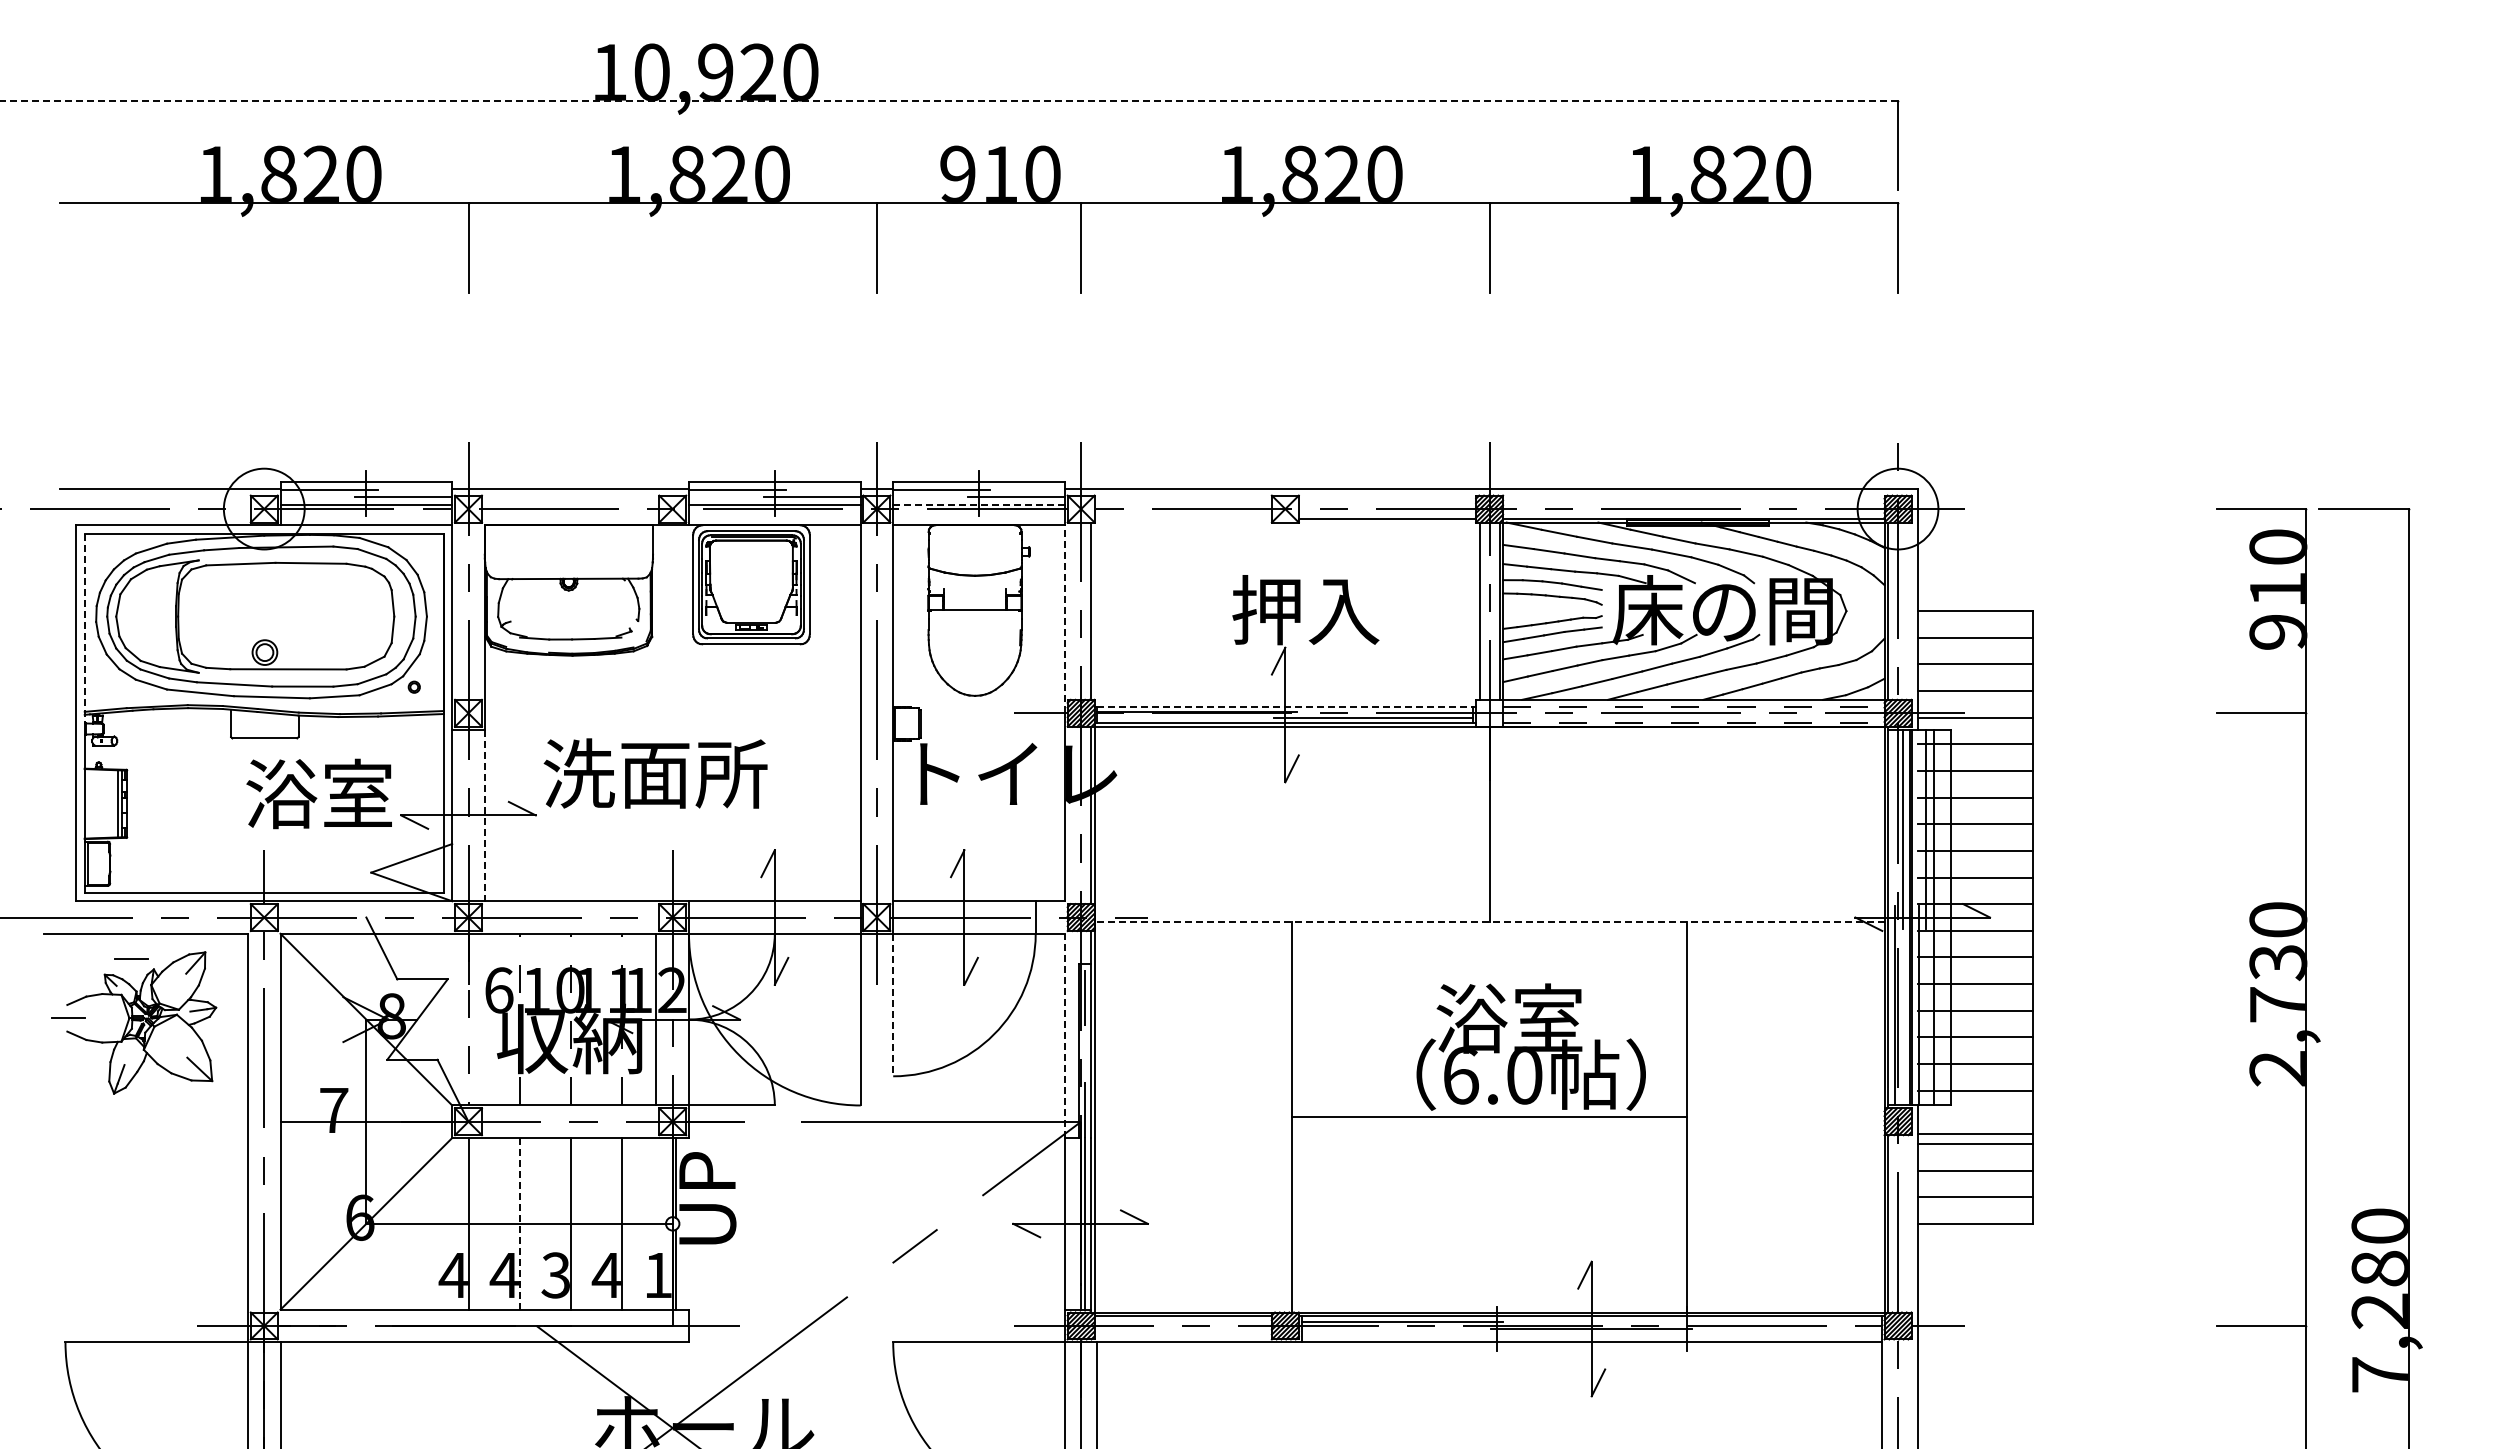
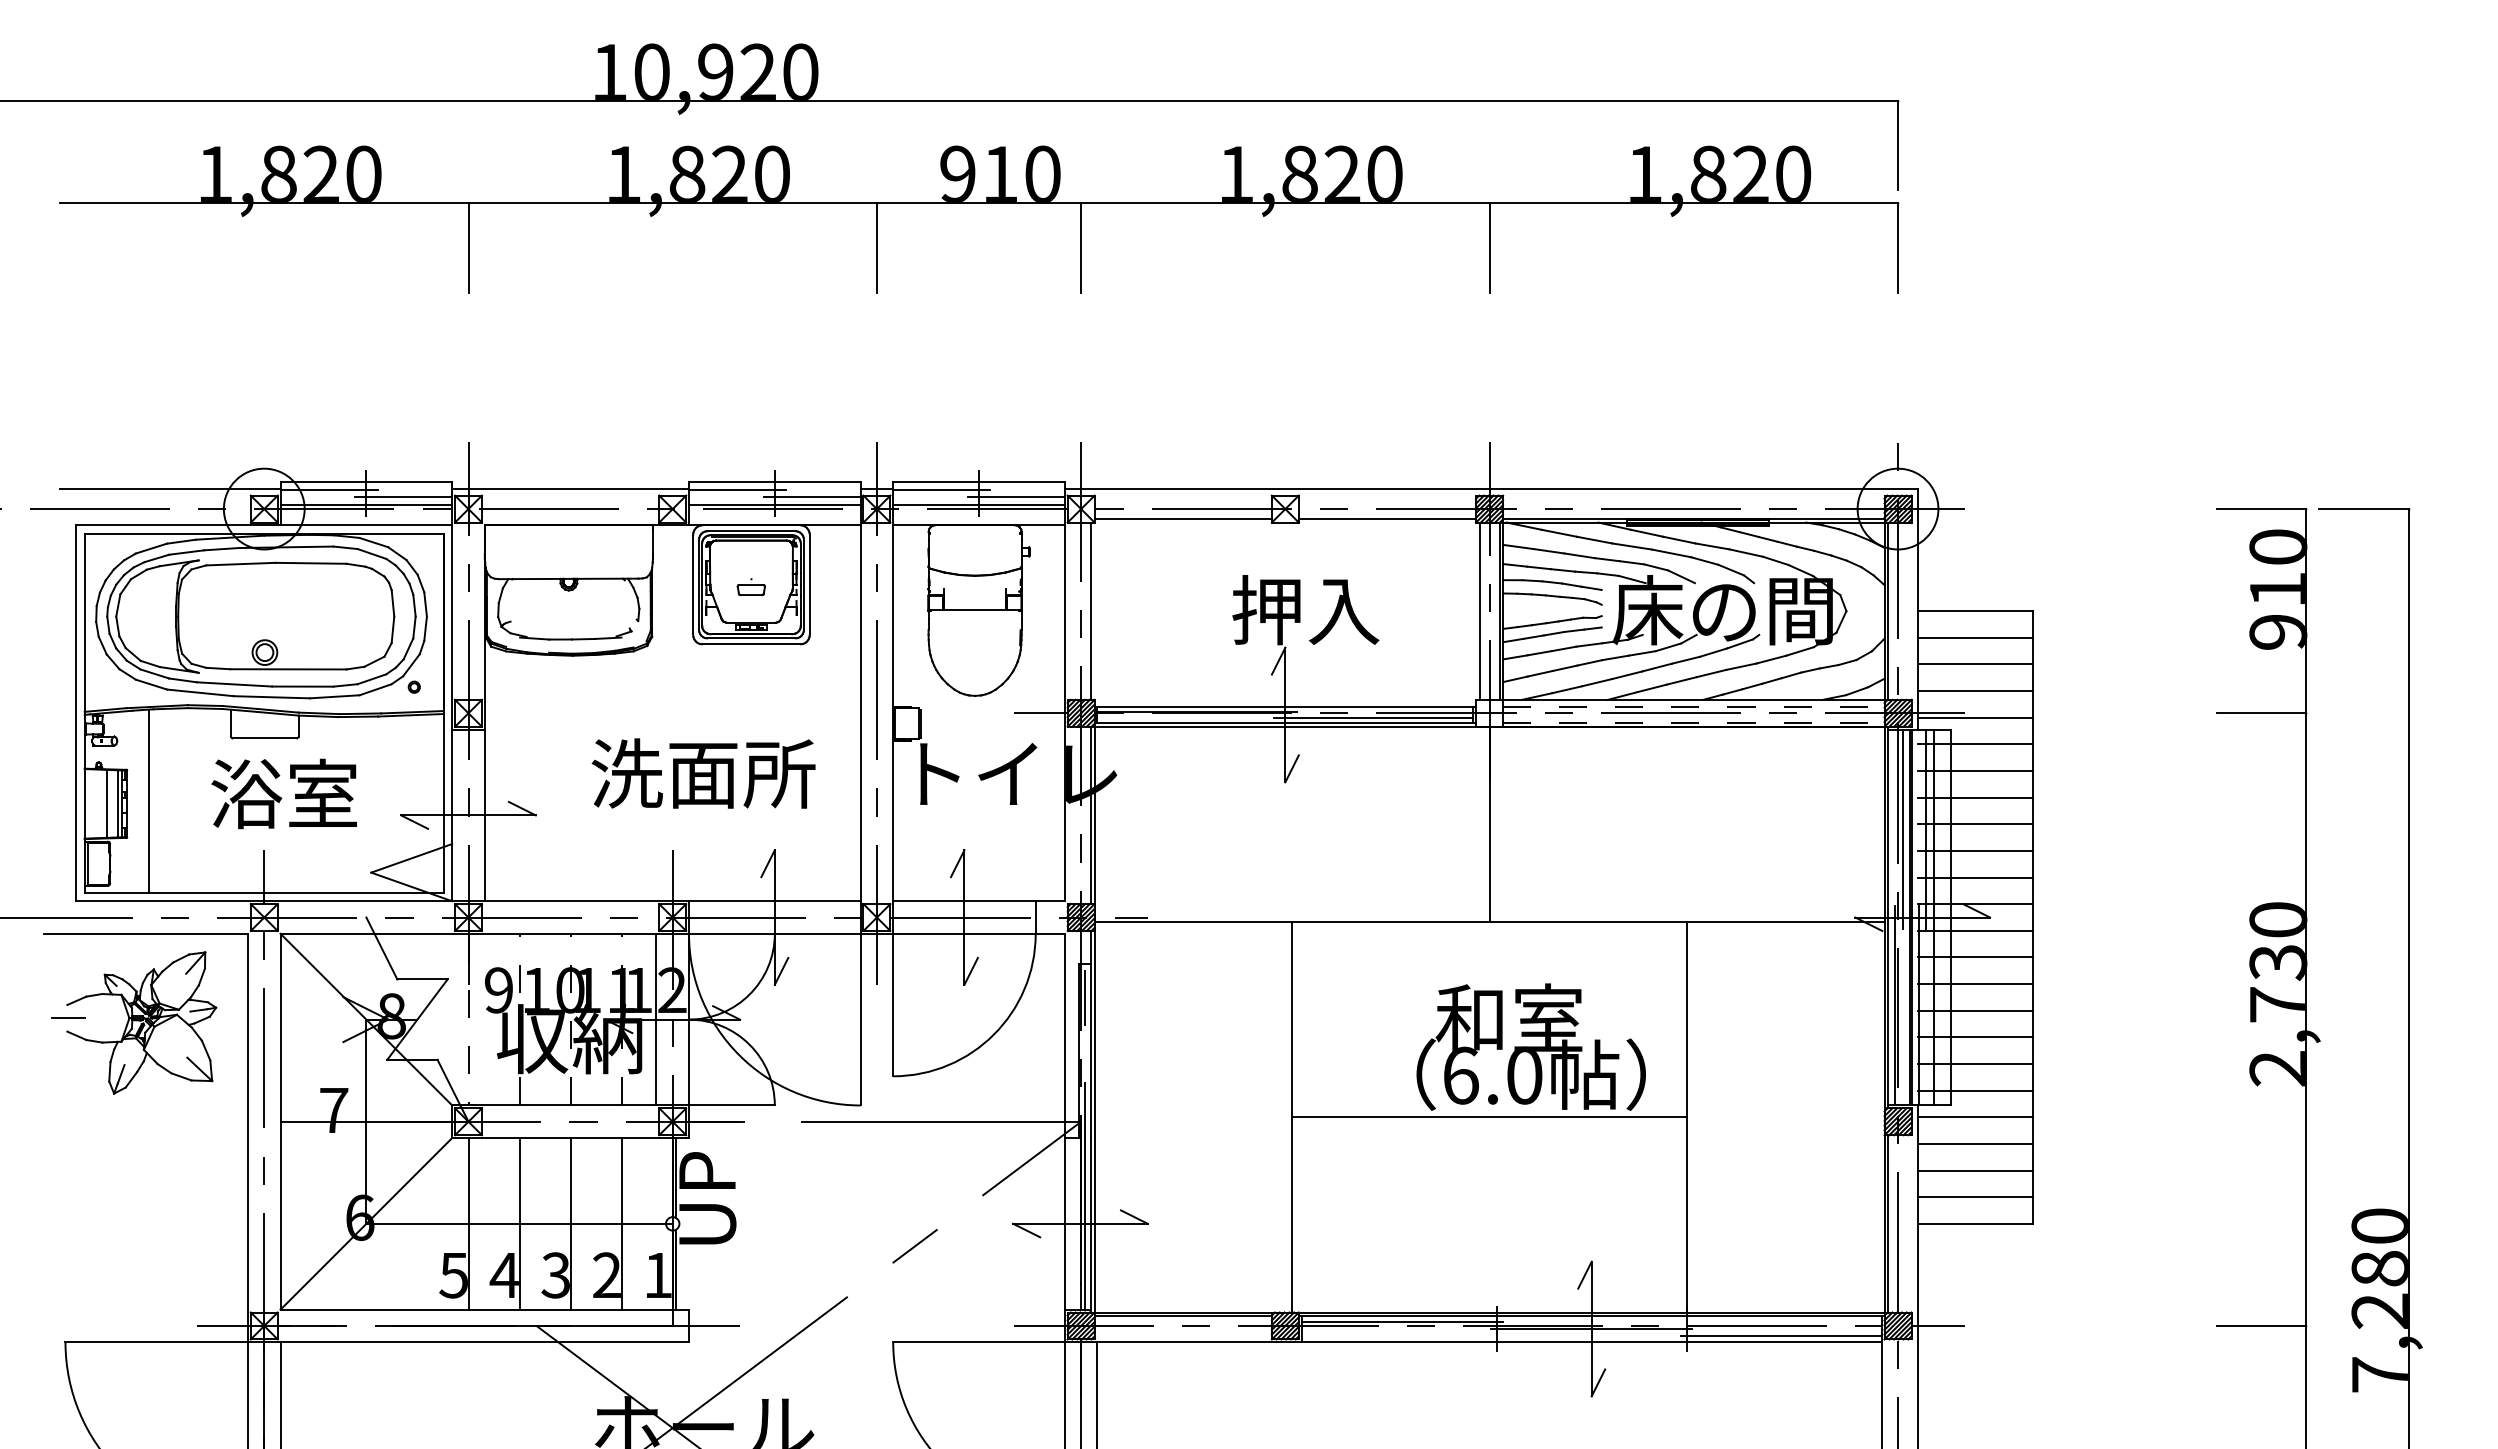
line at (949, 100): dashed -> solid
line at (979, 504): dashed -> solid
line at (1182, 519): none -> present
part at (750, 586): none -> present
line at (1064, 619): dashed -> solid
line at (84, 628): dashed -> solid
line at (1285, 706): dashed -> solid
text at (655, 773) position: (655, 773) -> (703, 773)
text at (318, 793) position: (318, 793) -> (283, 793)
line at (148, 800): none -> present
line at (107, 803): none -> present
line at (484, 815): dashed -> solid
line at (1489, 922): dashed -> solid
line at (131, 958): present -> none
text at (499, 990): 6 -> 9
line at (893, 1005): dashed -> solid
text at (1471, 1018): 浴室 -> 和室
line at (1064, 1035): dashed -> solid
line at (1975, 1134) position: (1975, 1134) -> (1975, 1117)
line at (519, 1223): dashed -> solid
text at (605, 1274): 4 -> 2
text at (452, 1275): 4 -> 5
line at (1780, 1335): none -> present
